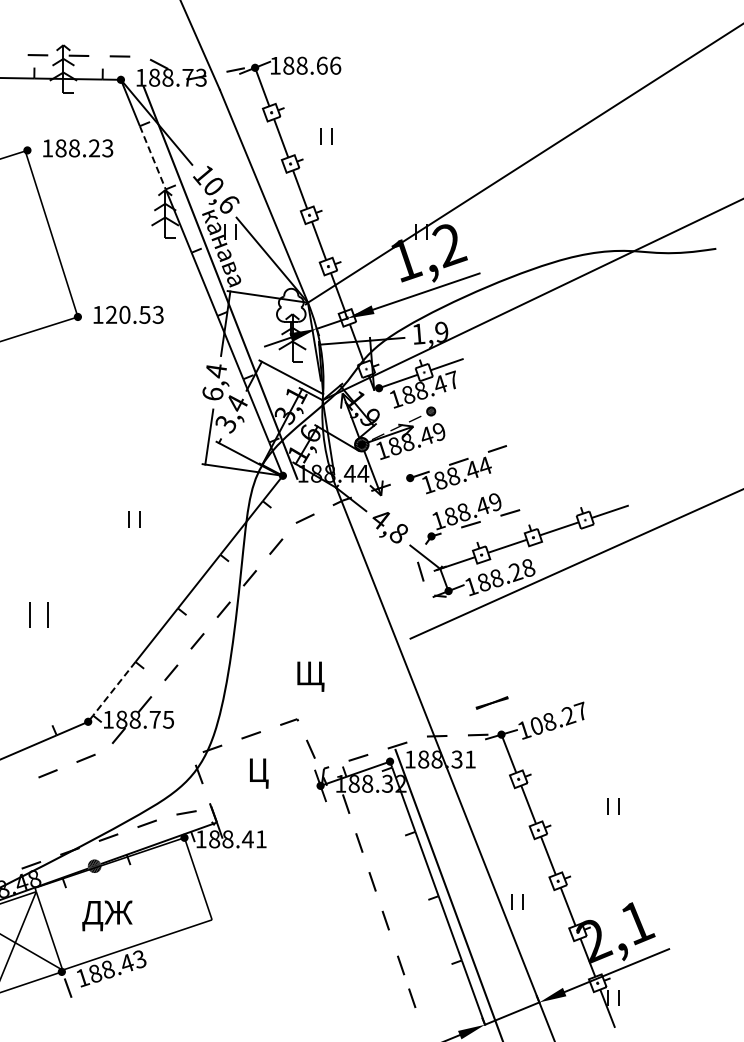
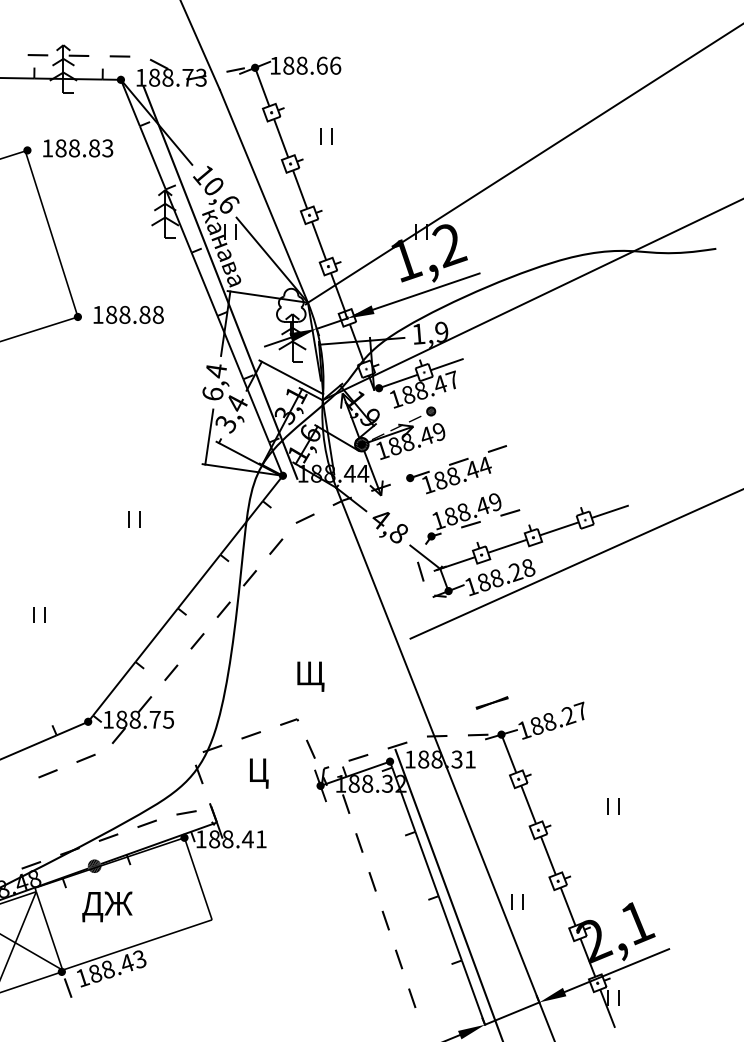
text at (94, 148): 188.23 -> 188.83
line at (153, 158): dashed -> solid
text at (134, 314): 120.53 -> 188.88
part at (38, 614) size: 20x26 px -> 13x16 px
line at (114, 689): dashed -> solid
text at (537, 725): 108.27 -> 188.27
text at (107, 915) position: (107, 915) -> (107, 906)
line at (401, 965) position: (401, 965) -> (399, 959)
